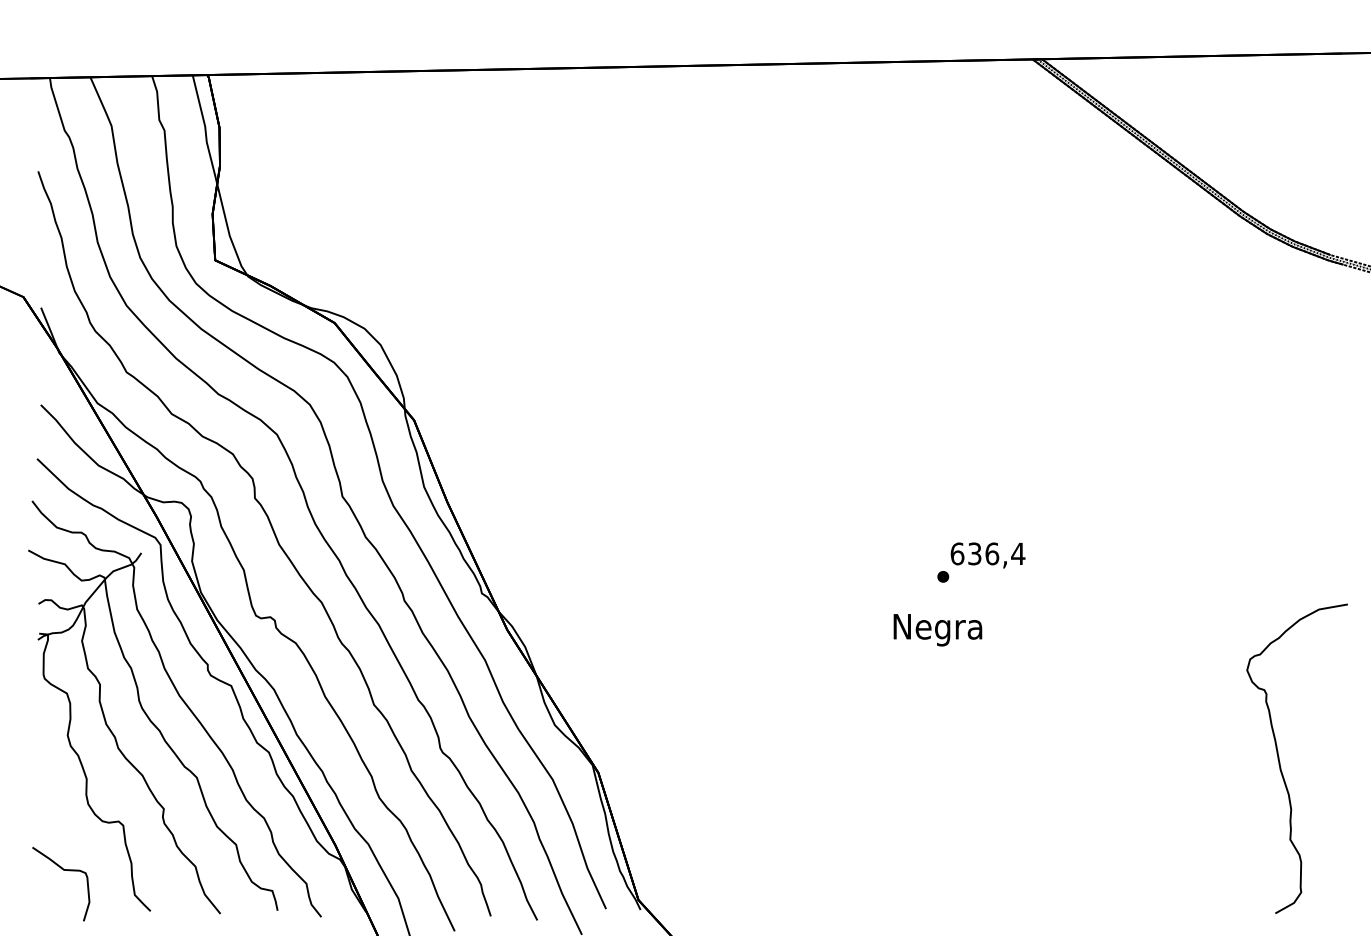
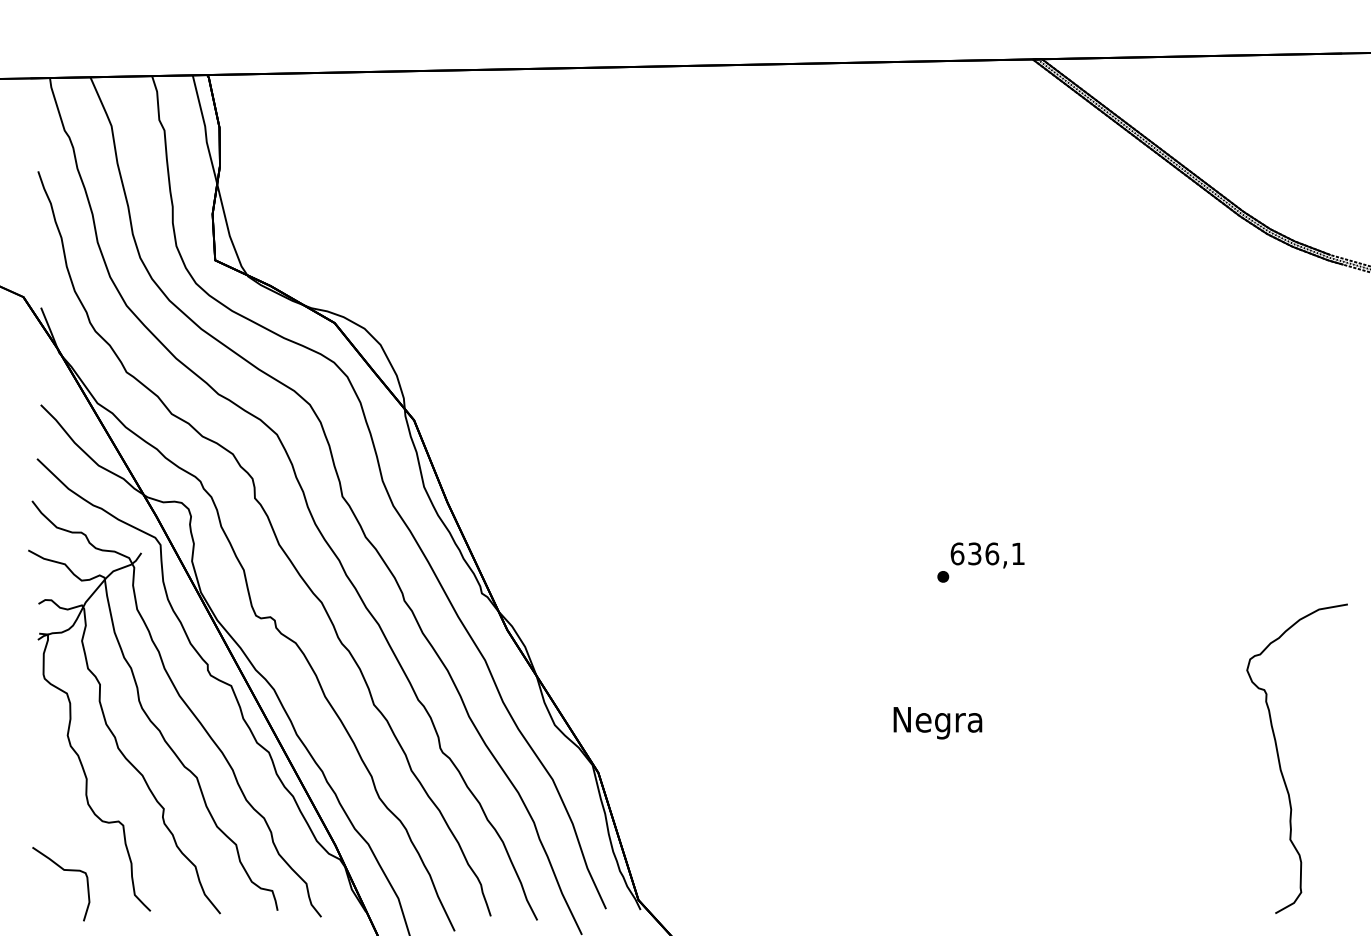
text at (1018, 553): 636,4 -> 636,1
text at (937, 630) position: (937, 630) -> (937, 723)
